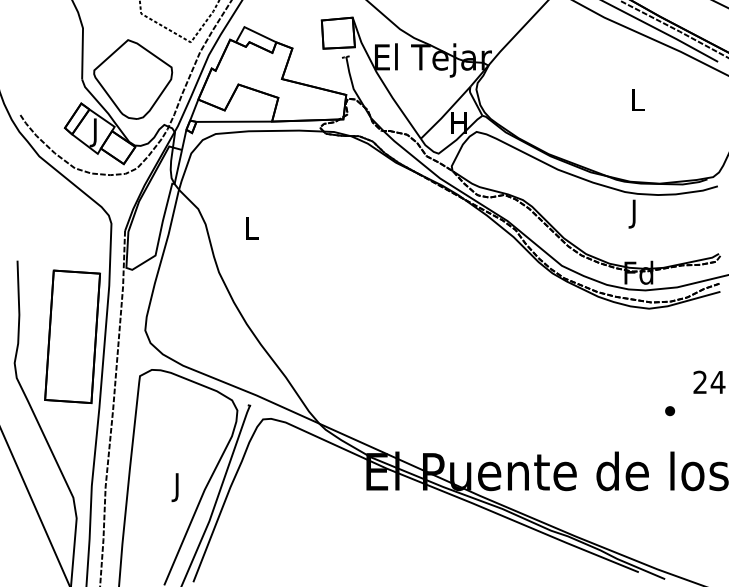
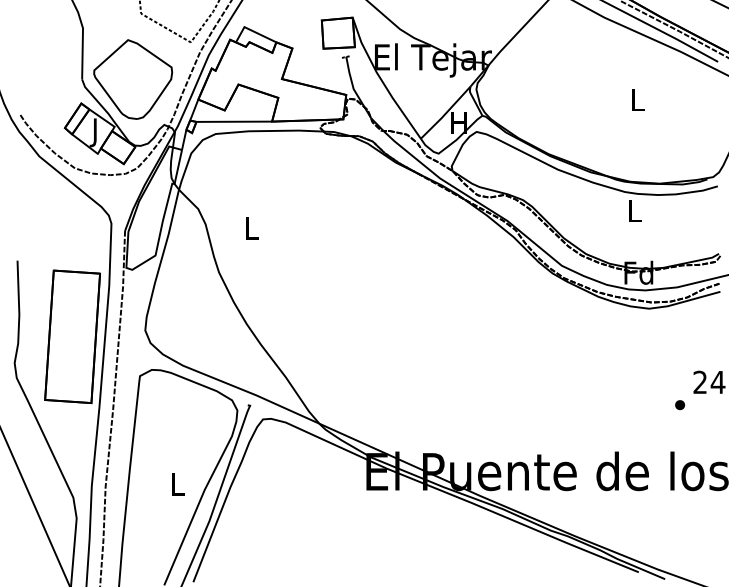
text at (634, 213): J -> L
part at (669, 411) position: (669, 411) -> (679, 405)
text at (177, 487): J -> L
